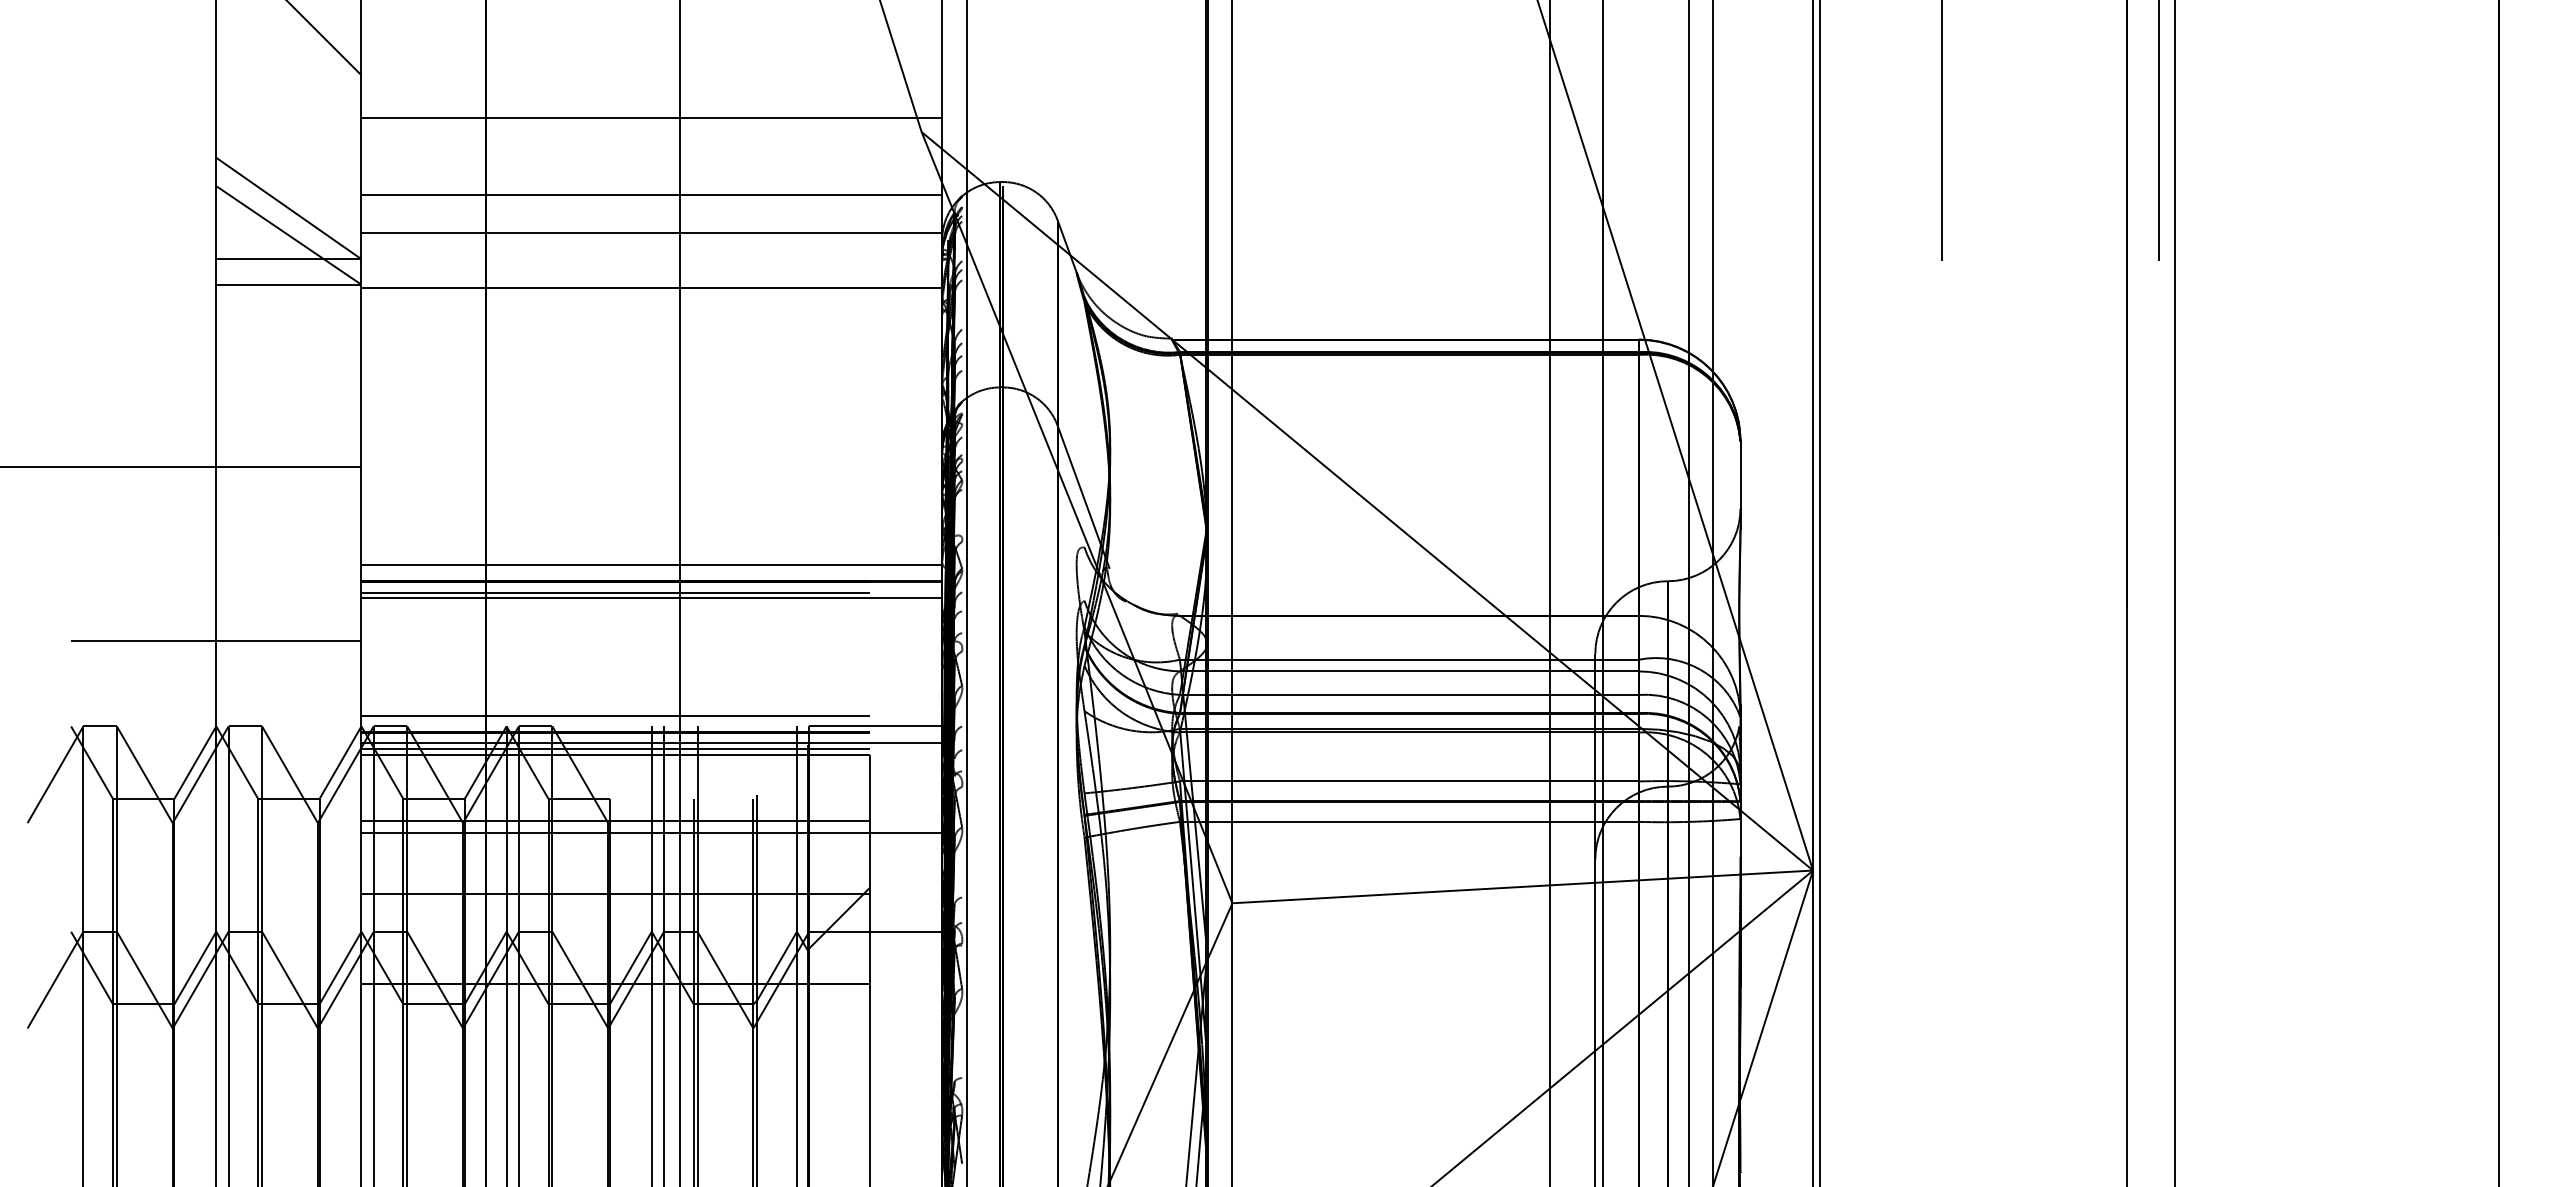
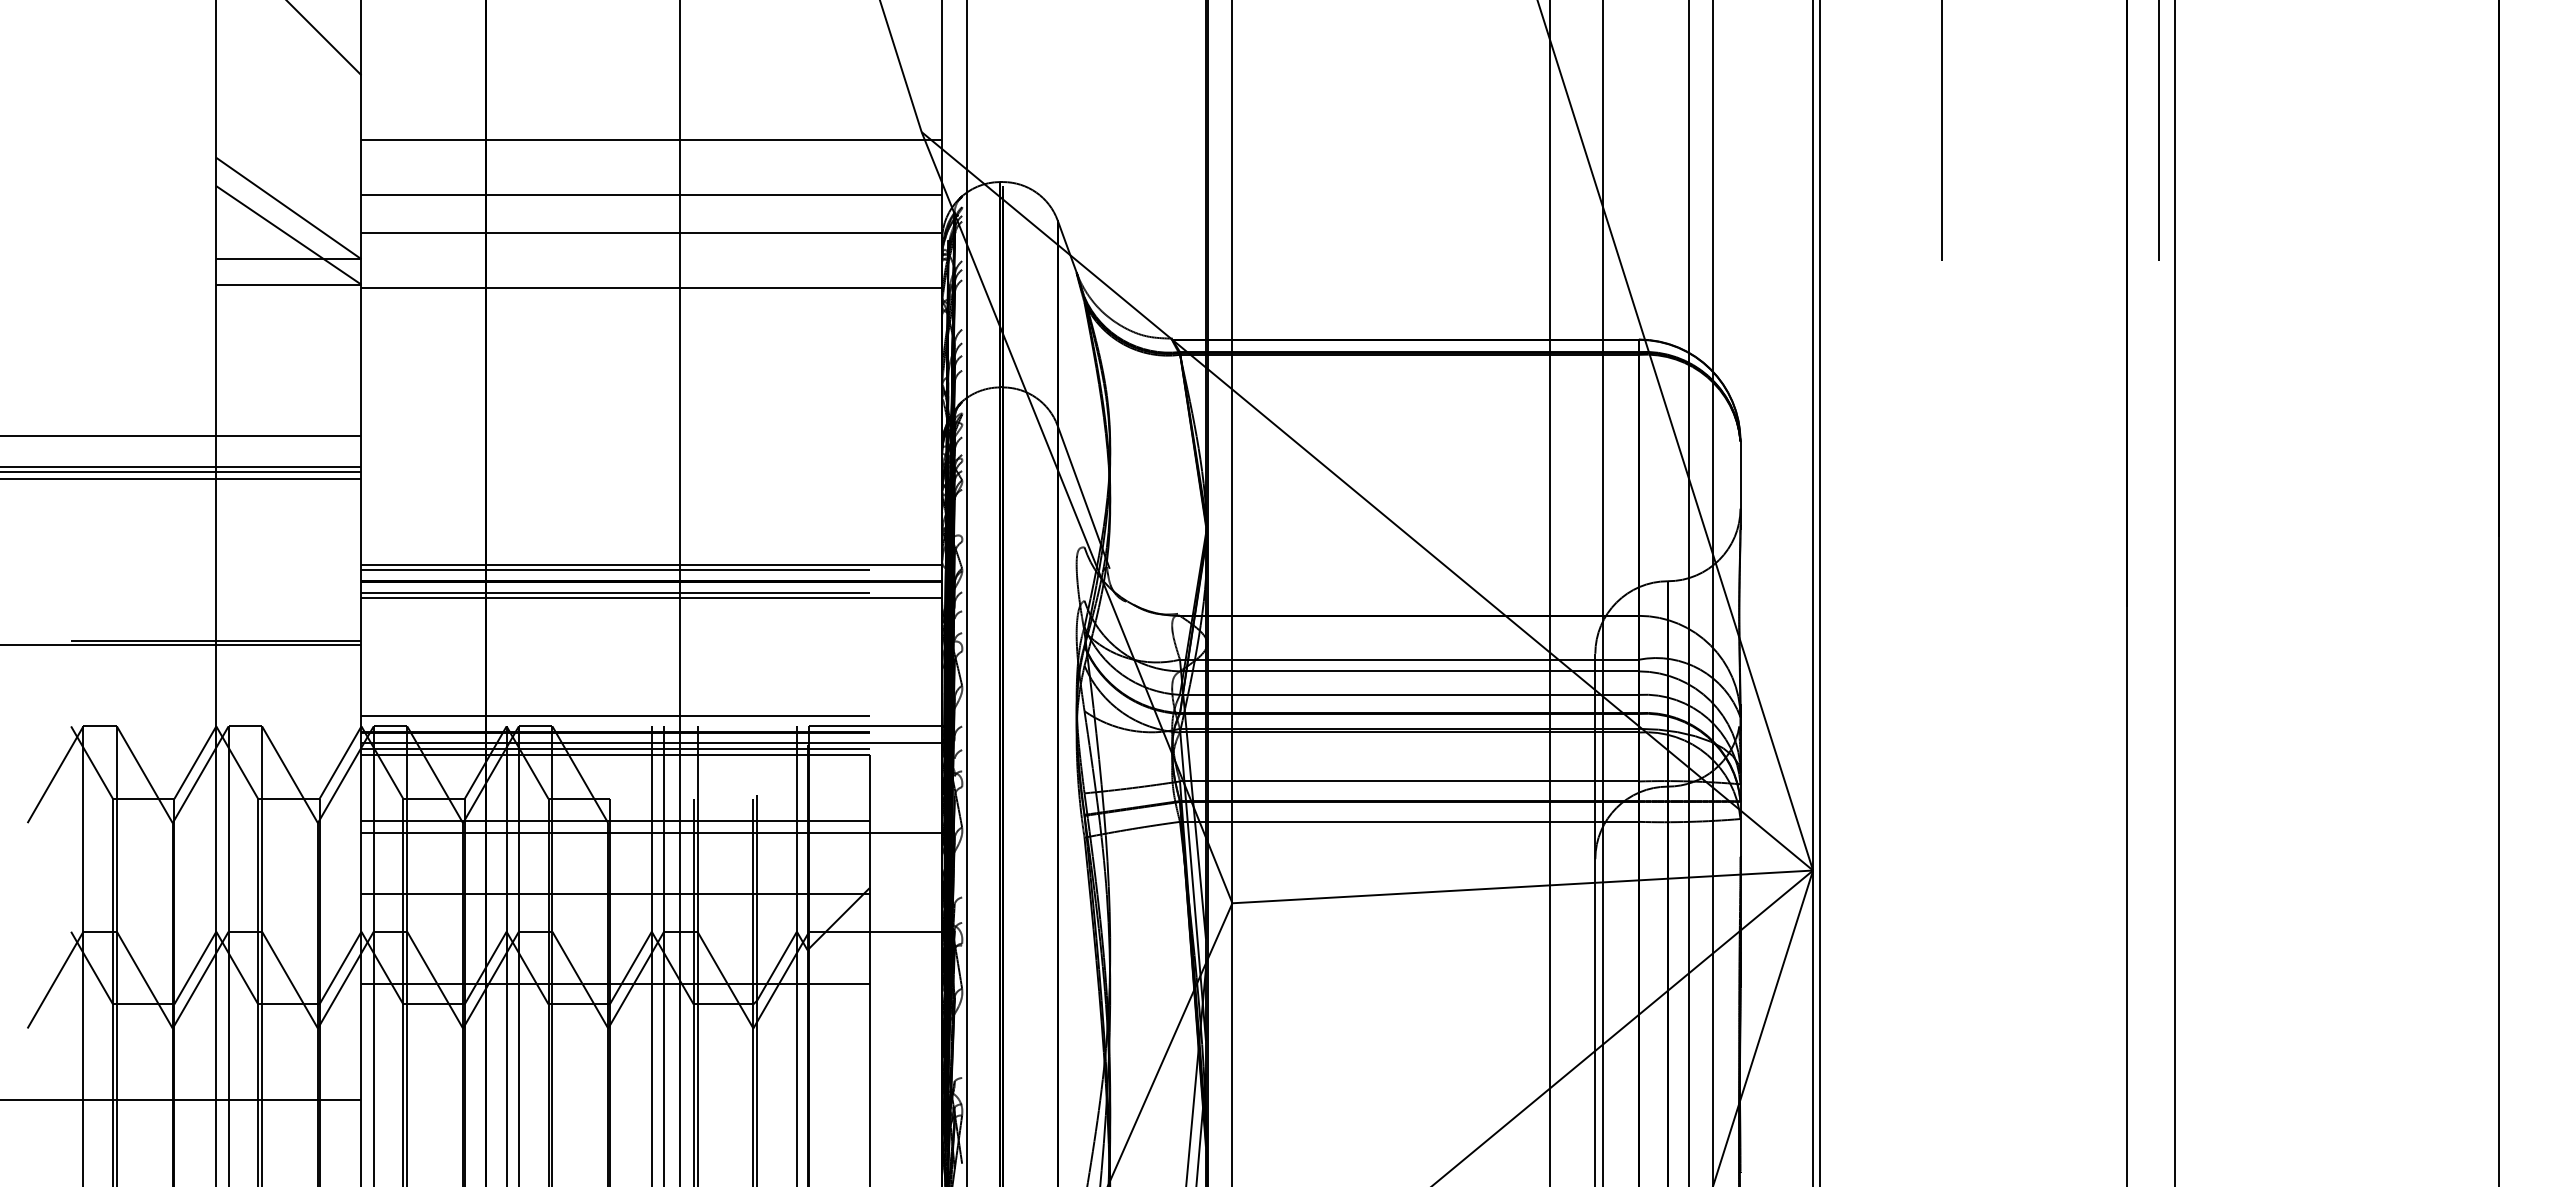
line at (651, 118) position: (651, 118) -> (651, 140)
line at (181, 436): none -> present
line at (181, 472): none -> present
line at (181, 478): none -> present
line at (615, 569): none -> present
line at (181, 645): none -> present
line at (181, 1100): none -> present
